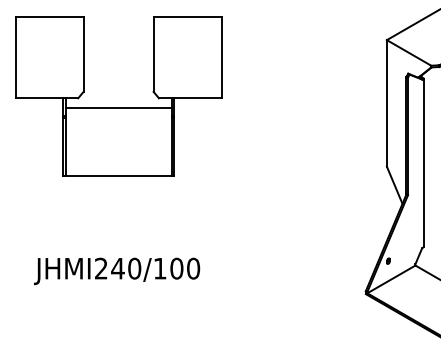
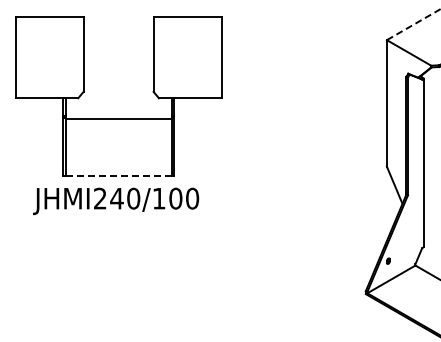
line at (413, 24): solid -> dashed
line at (118, 107) position: (118, 107) -> (118, 118)
line at (118, 175): solid -> dashed
text at (117, 271) position: (117, 271) -> (116, 201)
